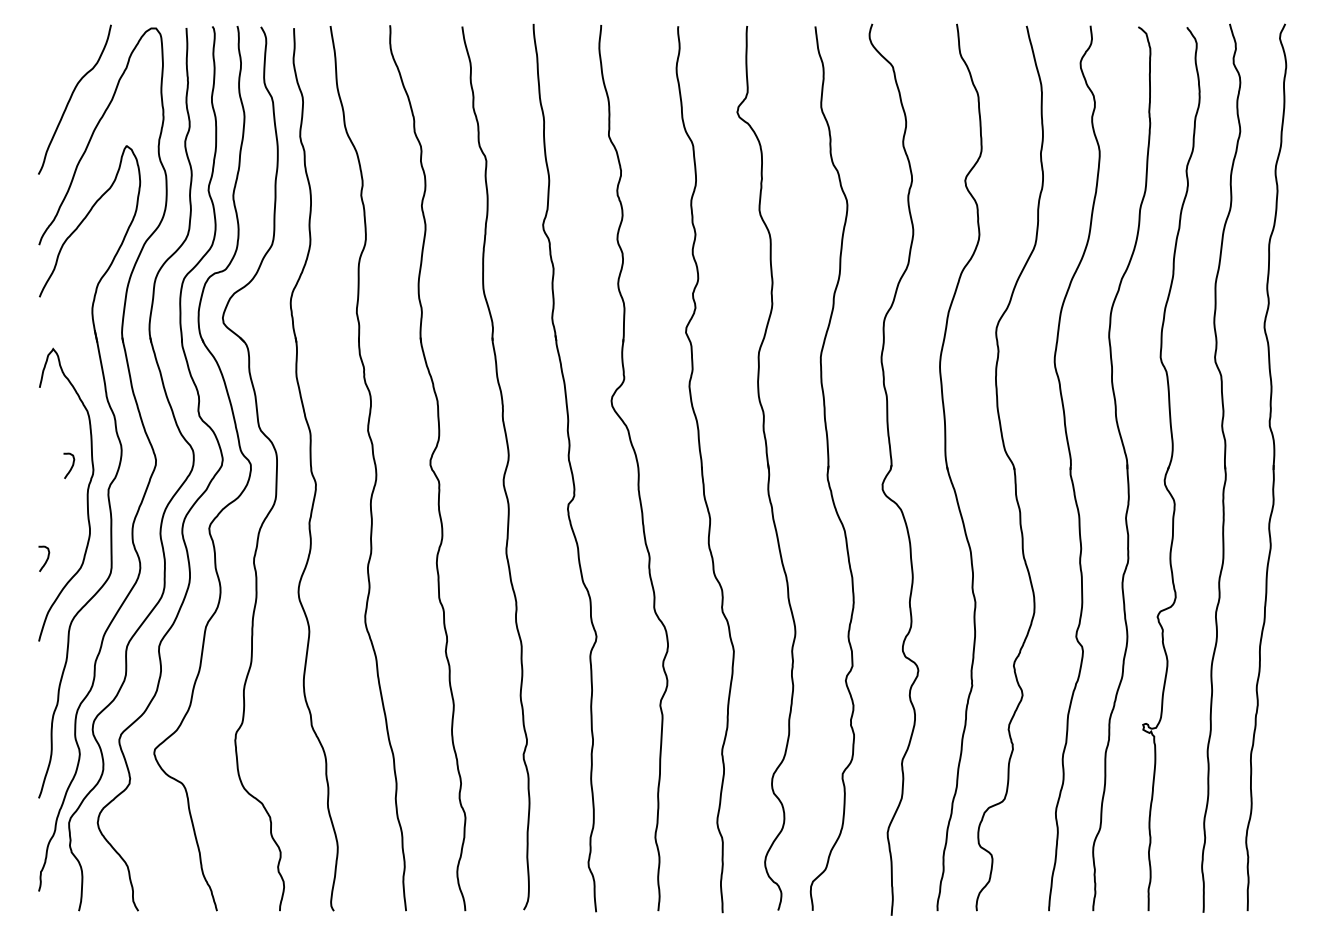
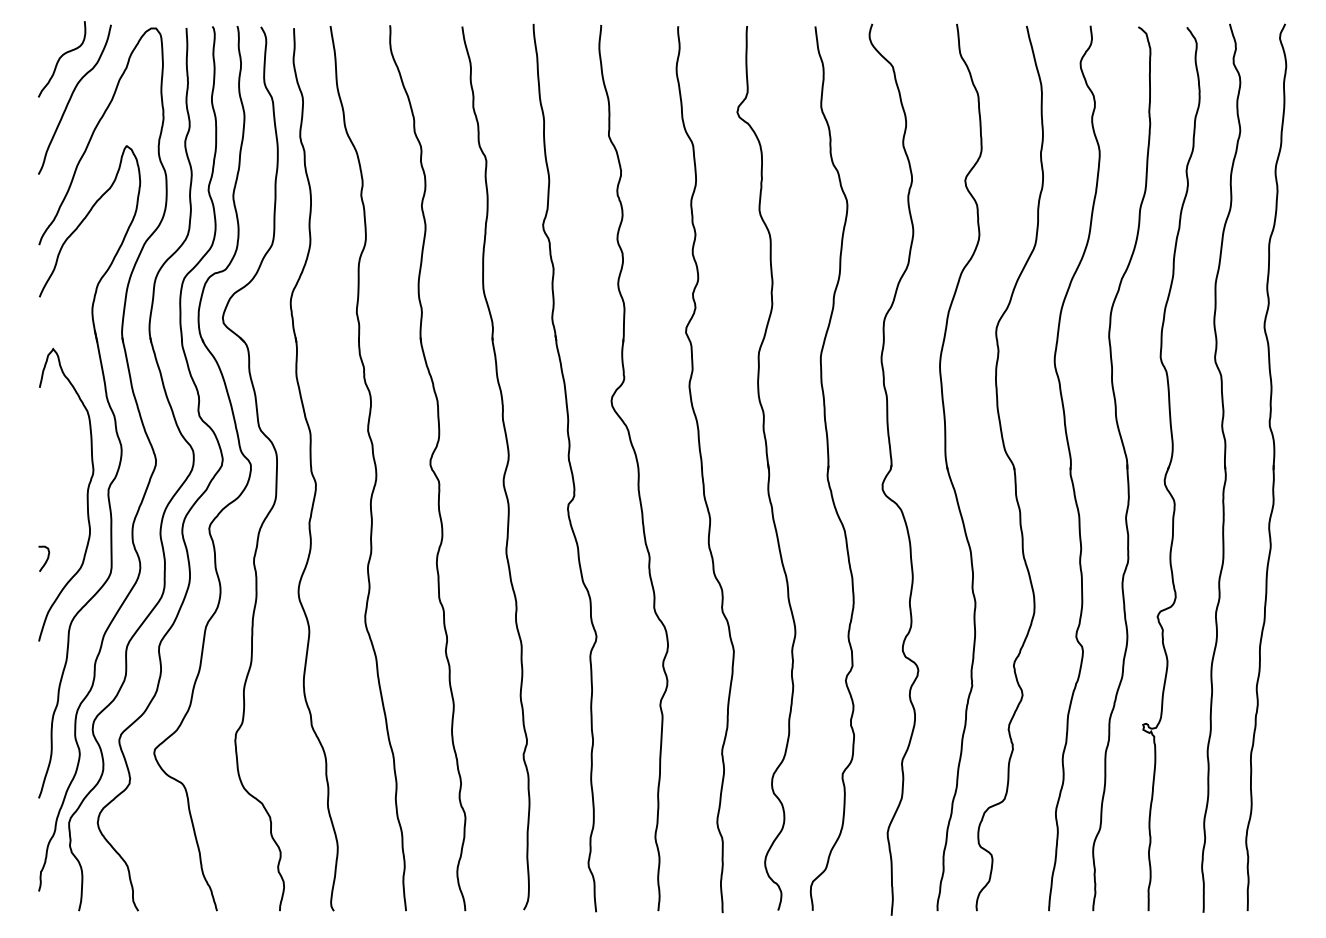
curve at (60, 59): none -> present
curve at (71, 465): present -> none
